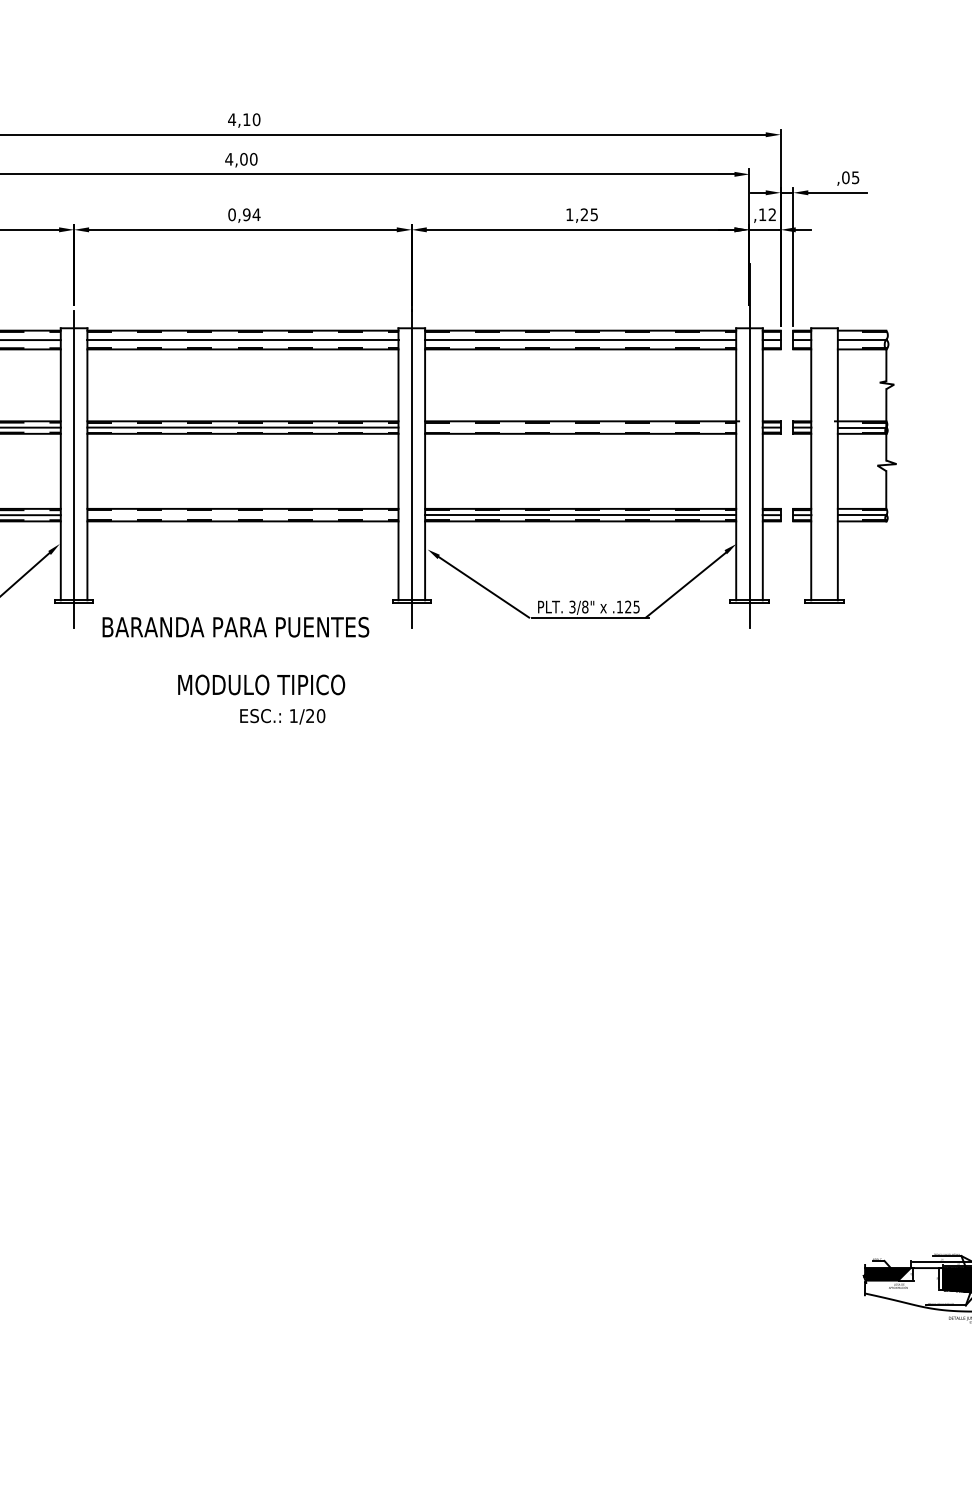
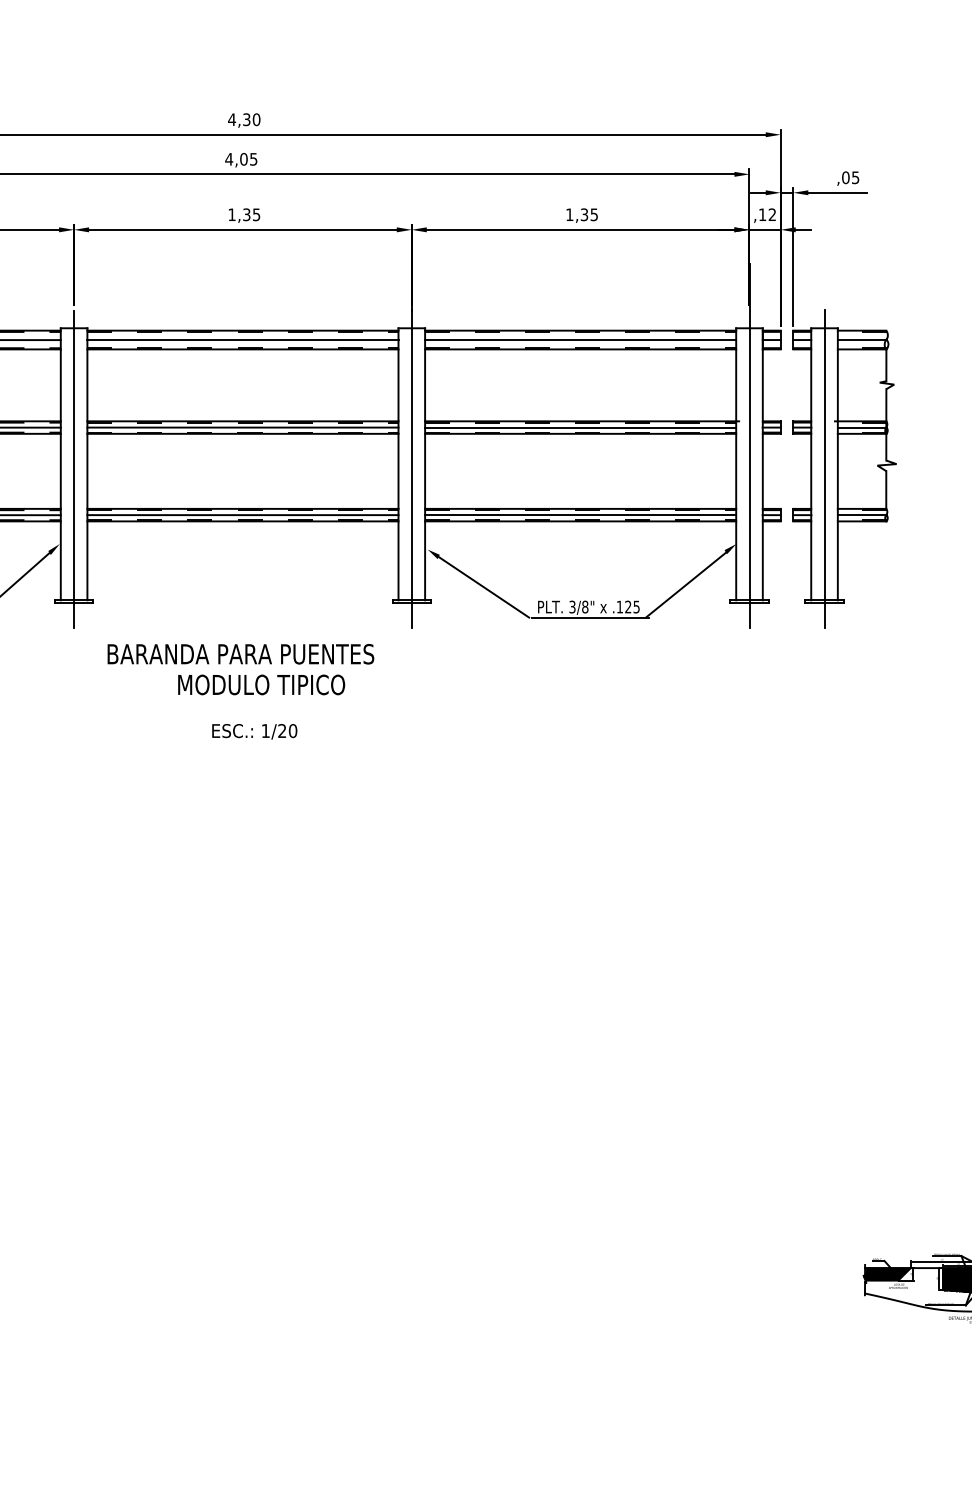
text at (246, 119): 4,10 -> 4,30
text at (253, 159): 4,00 -> 4,05
text at (244, 214): 0,94 -> 1,35
text at (584, 214): 1,25 -> 1,35
line at (580, 427): none -> present
line at (824, 468): none -> present
line at (242, 515): none -> present
text at (235, 627) position: (235, 627) -> (240, 654)
text at (282, 716) position: (282, 716) -> (254, 731)
